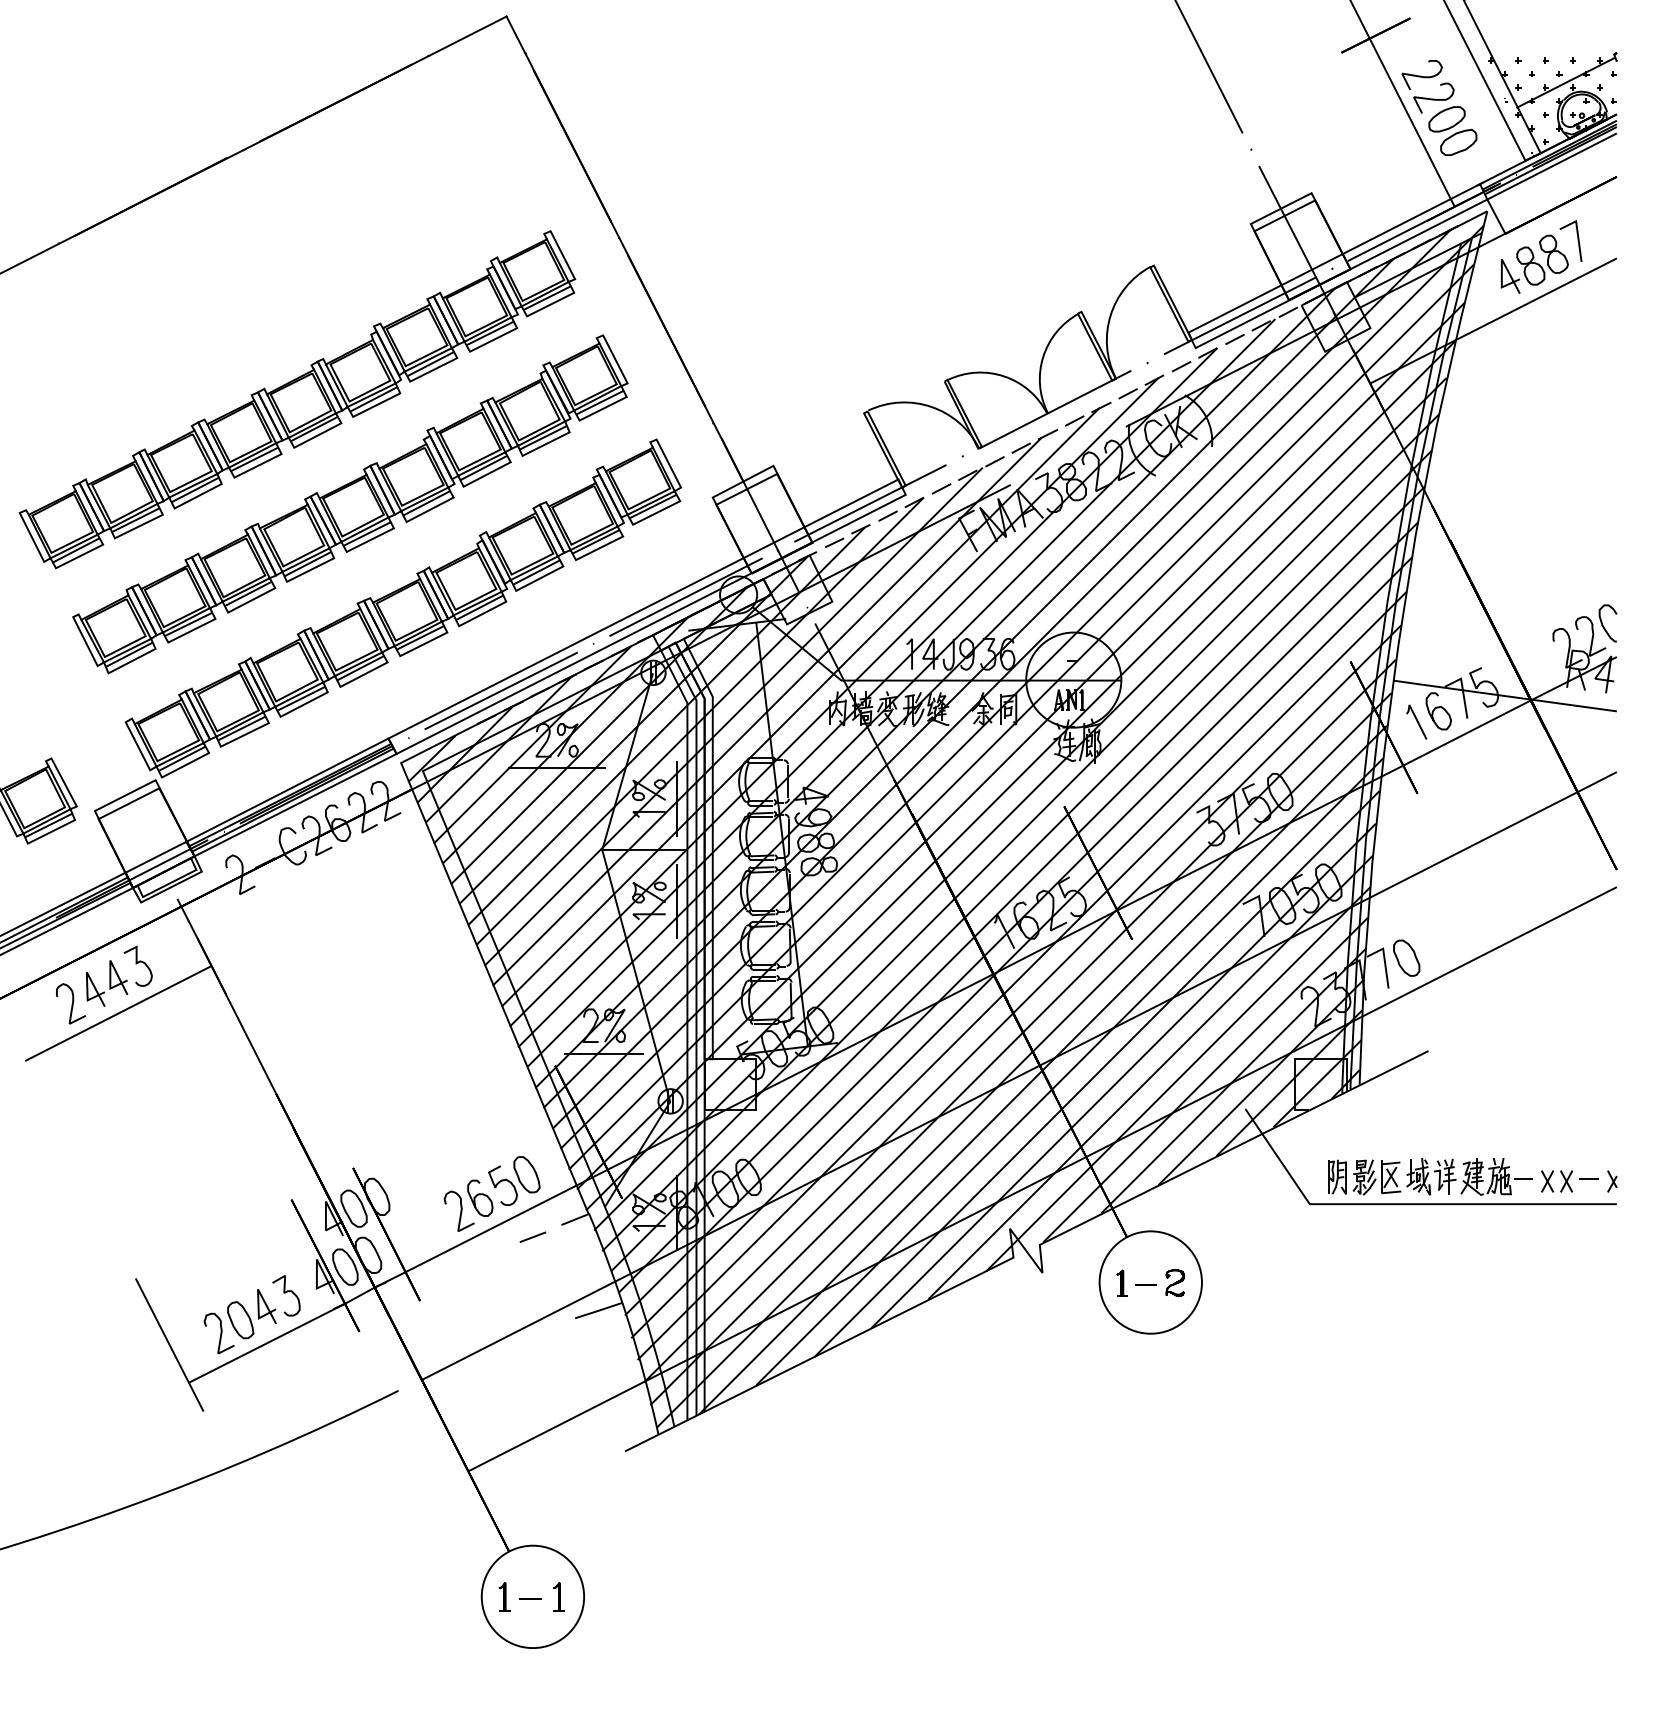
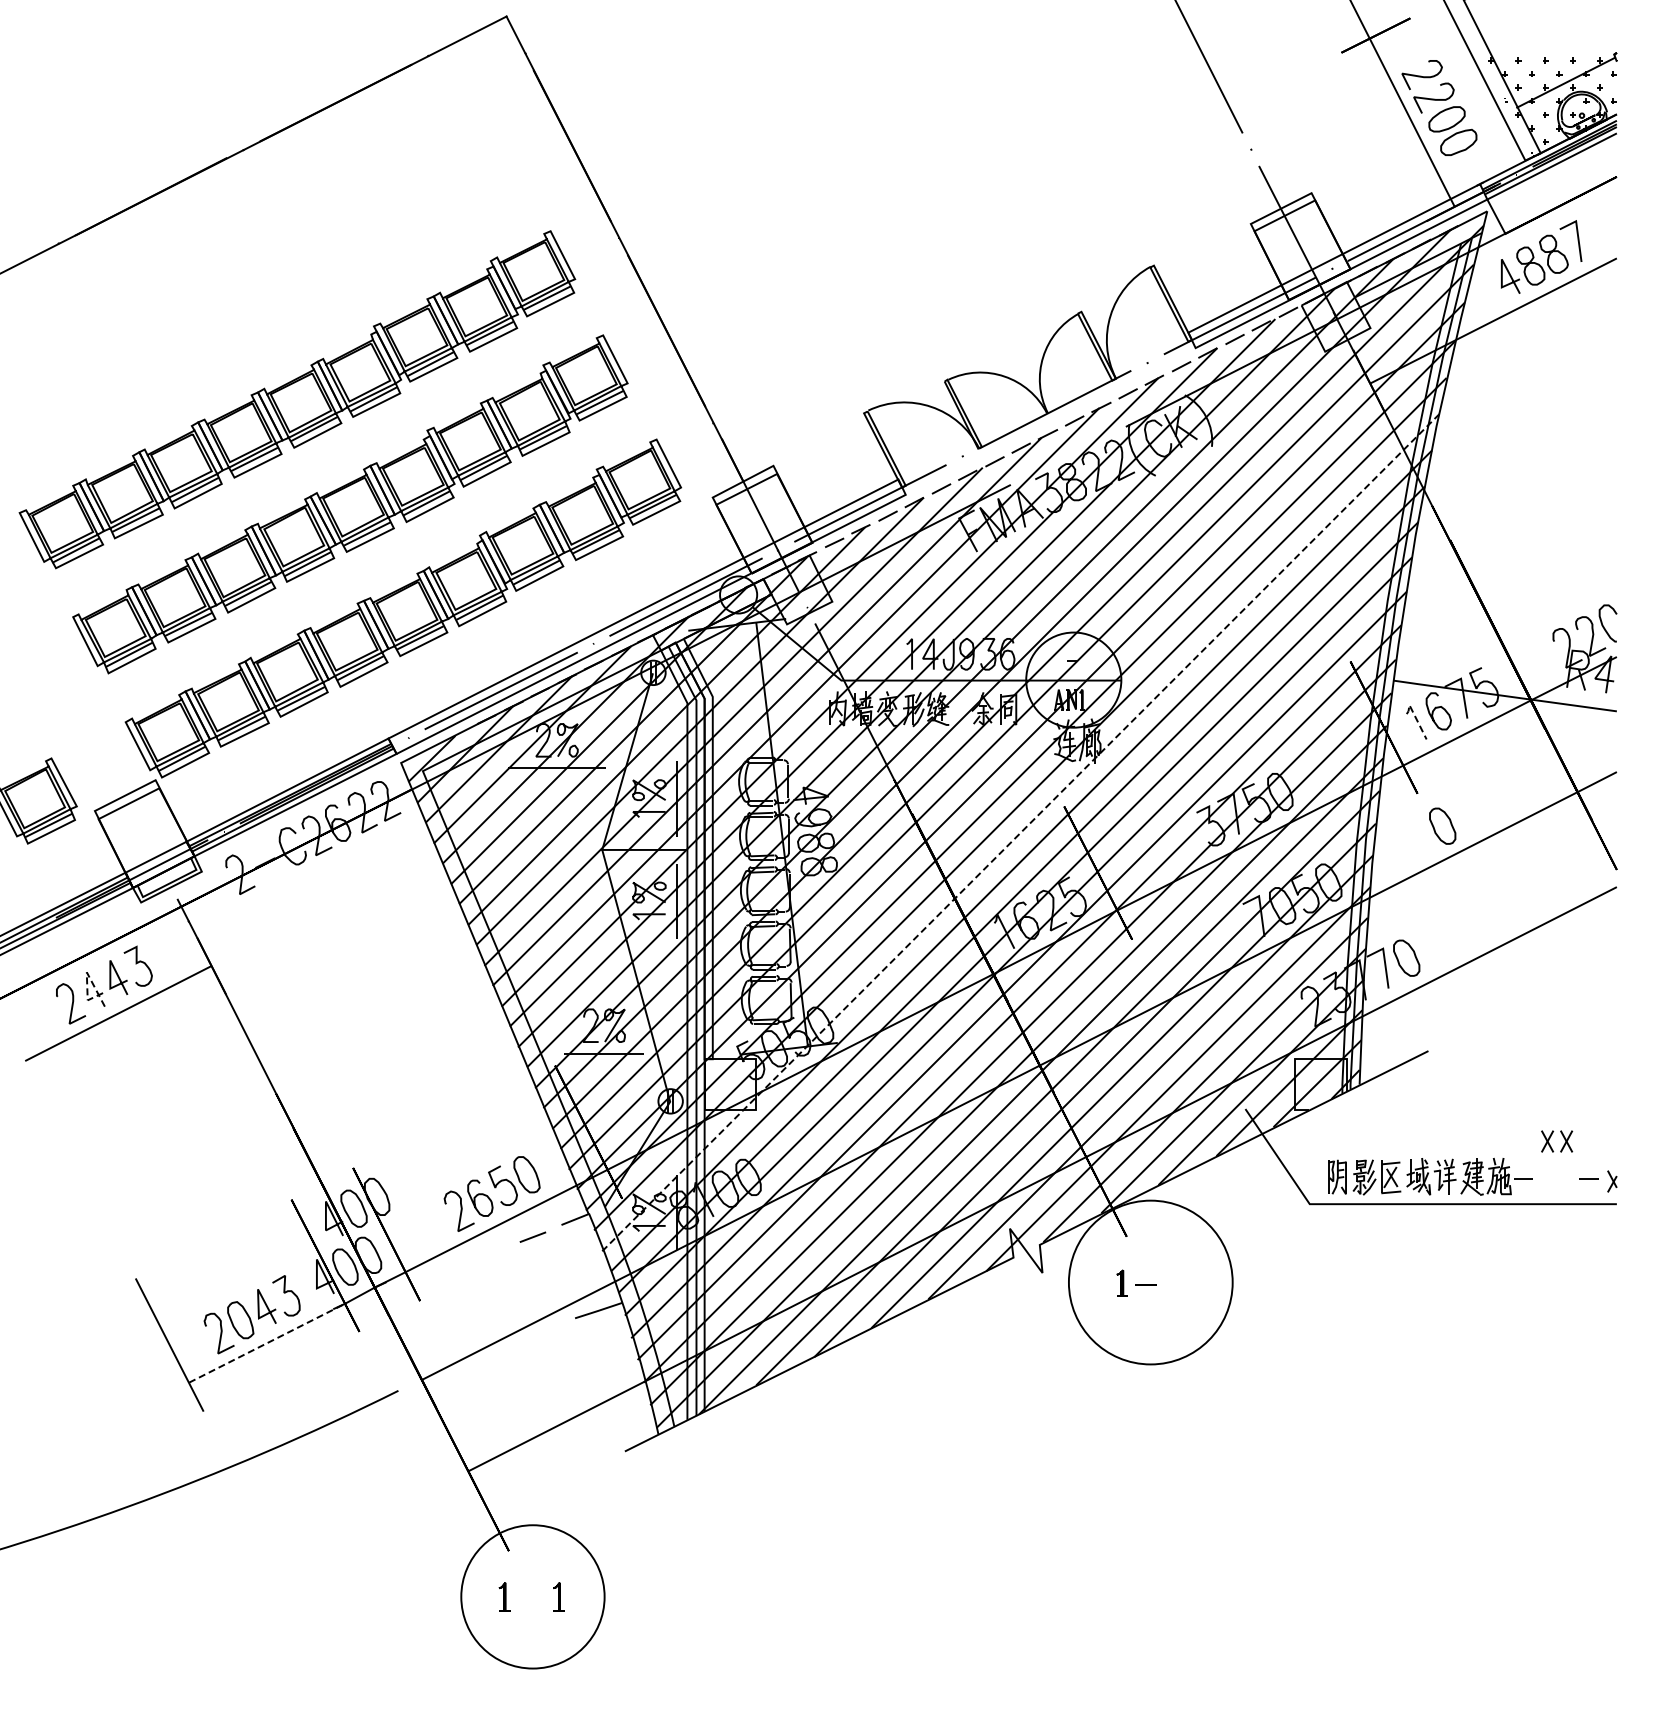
line at (1415, 716): solid -> dashed
part at (1442, 825): none -> present
line at (1020, 832): solid -> dashed
line at (86, 977): solid -> dashed
part at (1563, 1178) position: (1563, 1178) -> (1563, 1138)
circle at (1150, 1282) diameter: 102 px -> 164 px
part at (1174, 1282): present -> none
line at (267, 1343): solid -> dashed
circle at (532, 1596) diameter: 102 px -> 143 px
line at (530, 1598): present -> none
